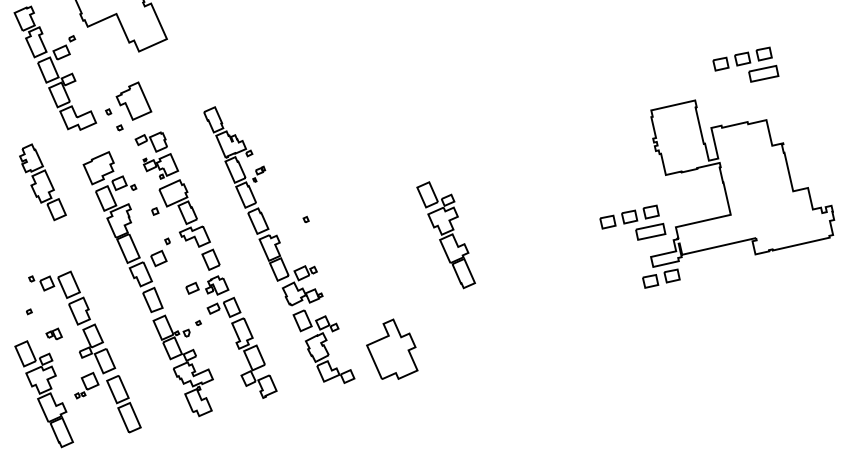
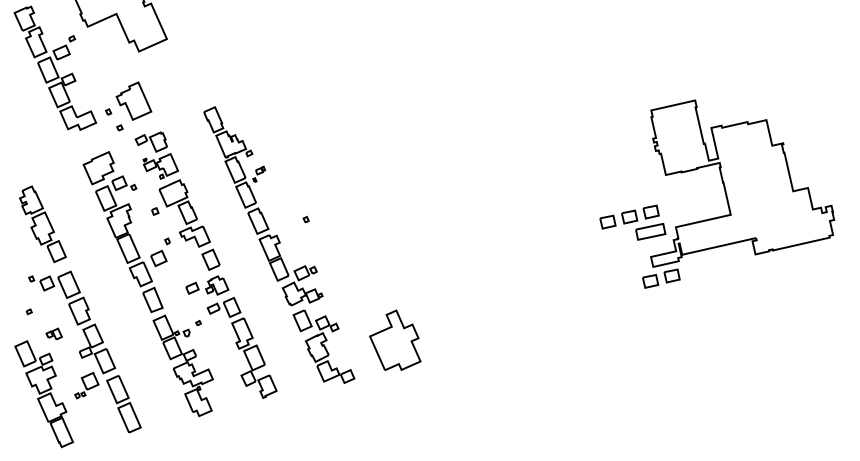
part at (745, 64): present -> none
part at (42, 182) position: (42, 182) -> (42, 224)
part at (445, 235): present -> none
part at (392, 348) position: (392, 348) -> (395, 339)
